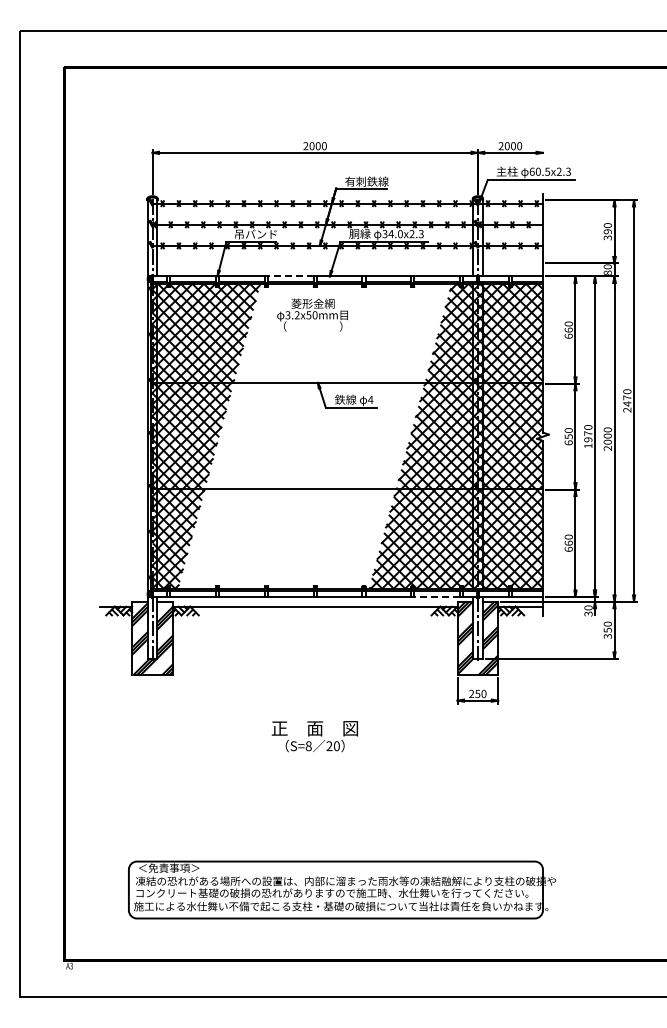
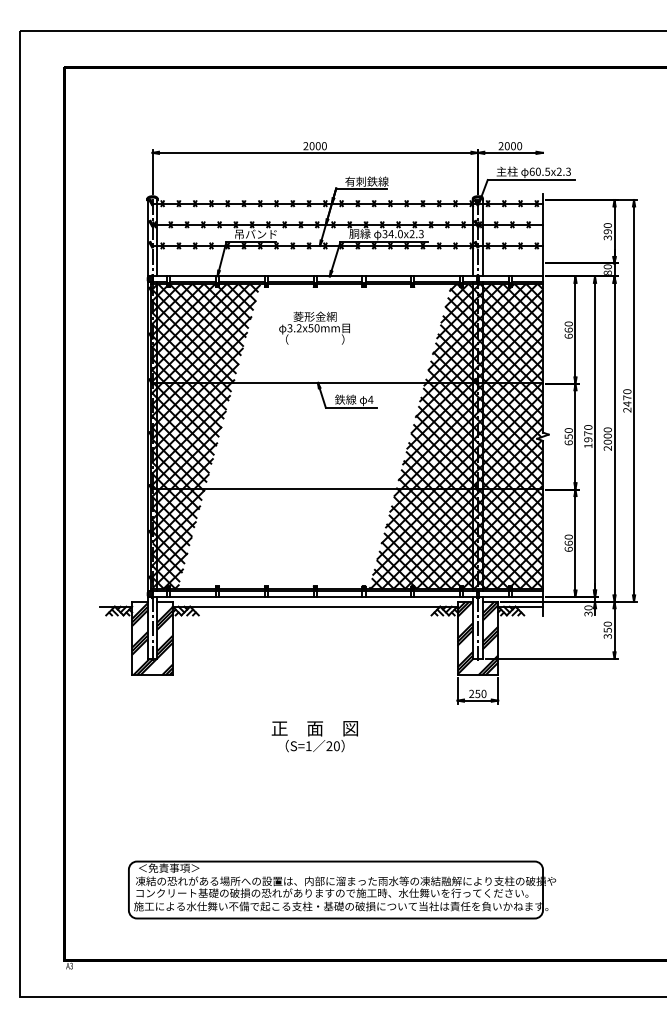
line at (290, 276): dashed -> solid
text at (312, 314) position: (312, 314) -> (314, 327)
line at (437, 596): dashed -> solid
text at (308, 746): S=8 -> S=1
